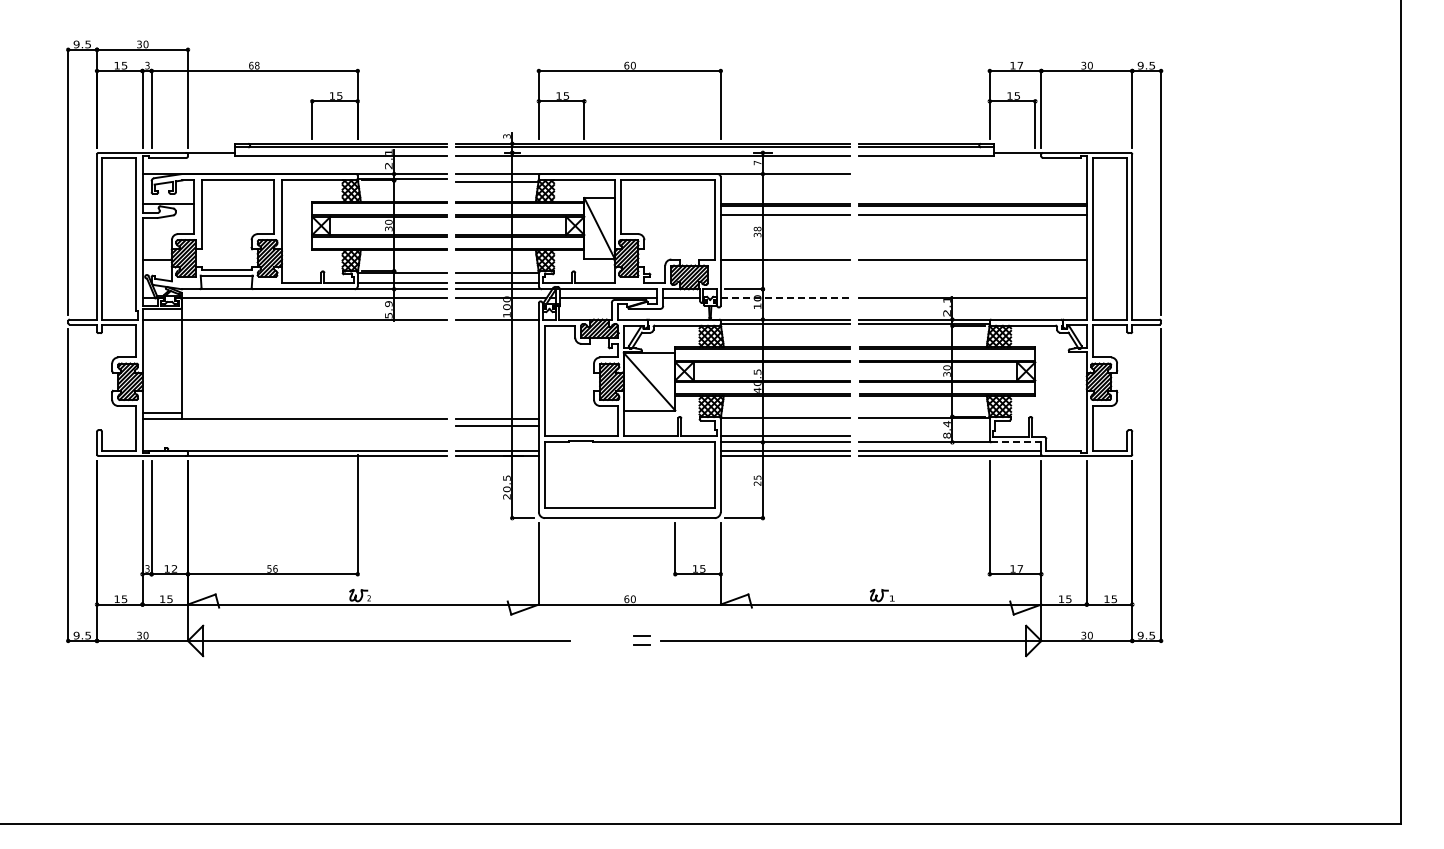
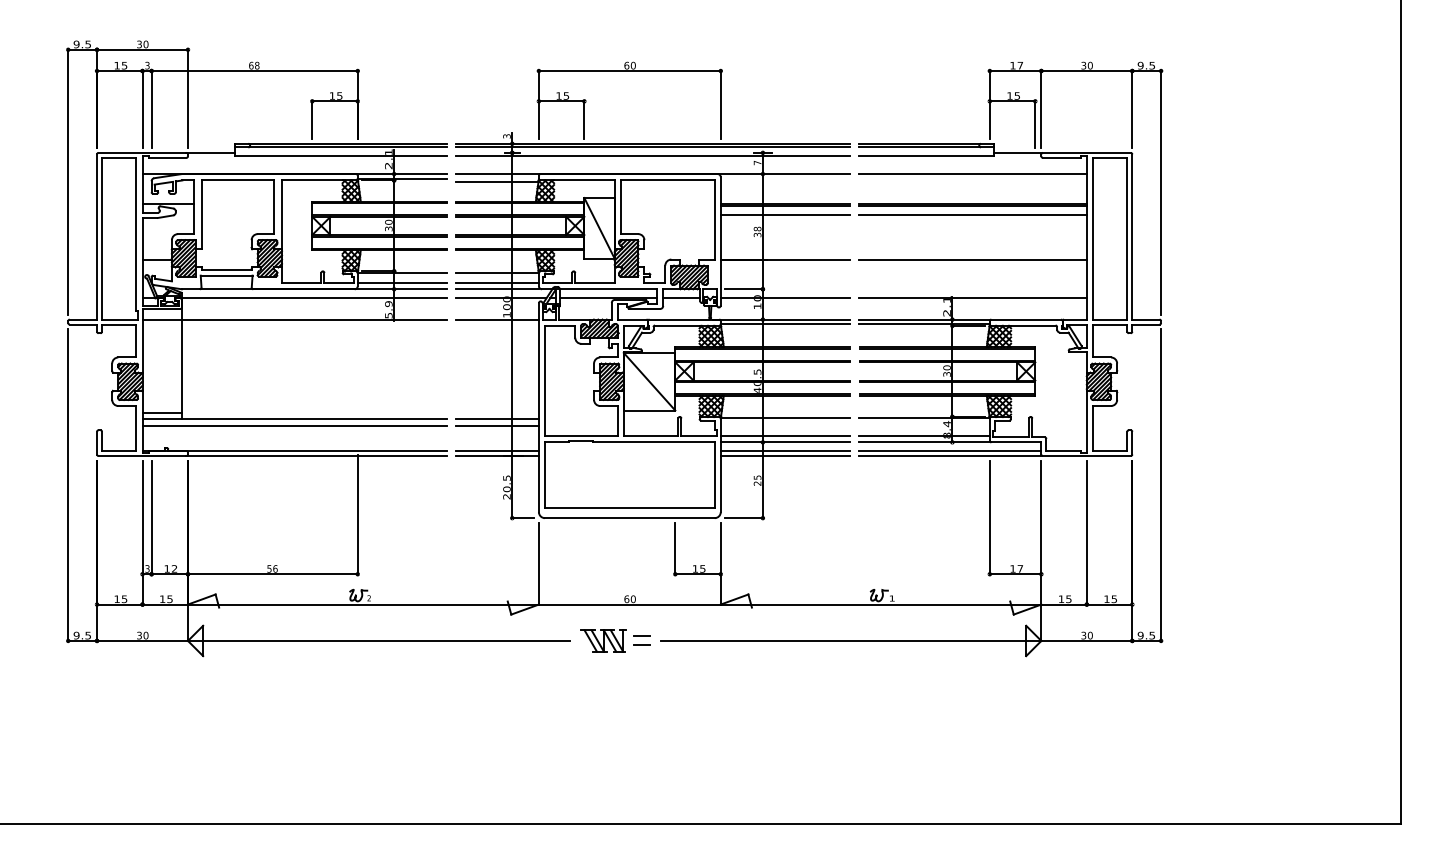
line at (972, 174): none -> present
line at (785, 298): dashed -> solid
line at (294, 426): none -> present
line at (924, 435): none -> present
line at (1016, 442): dashed -> solid
part at (603, 640): none -> present
